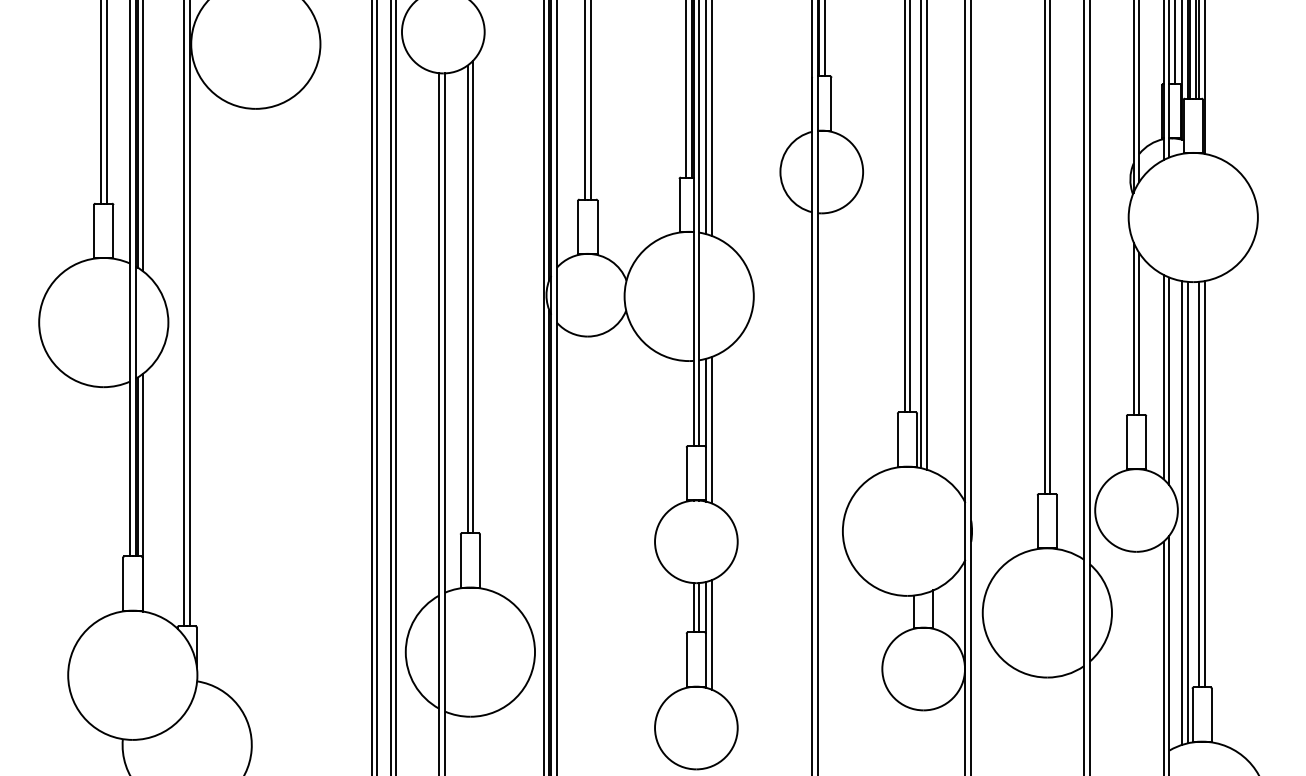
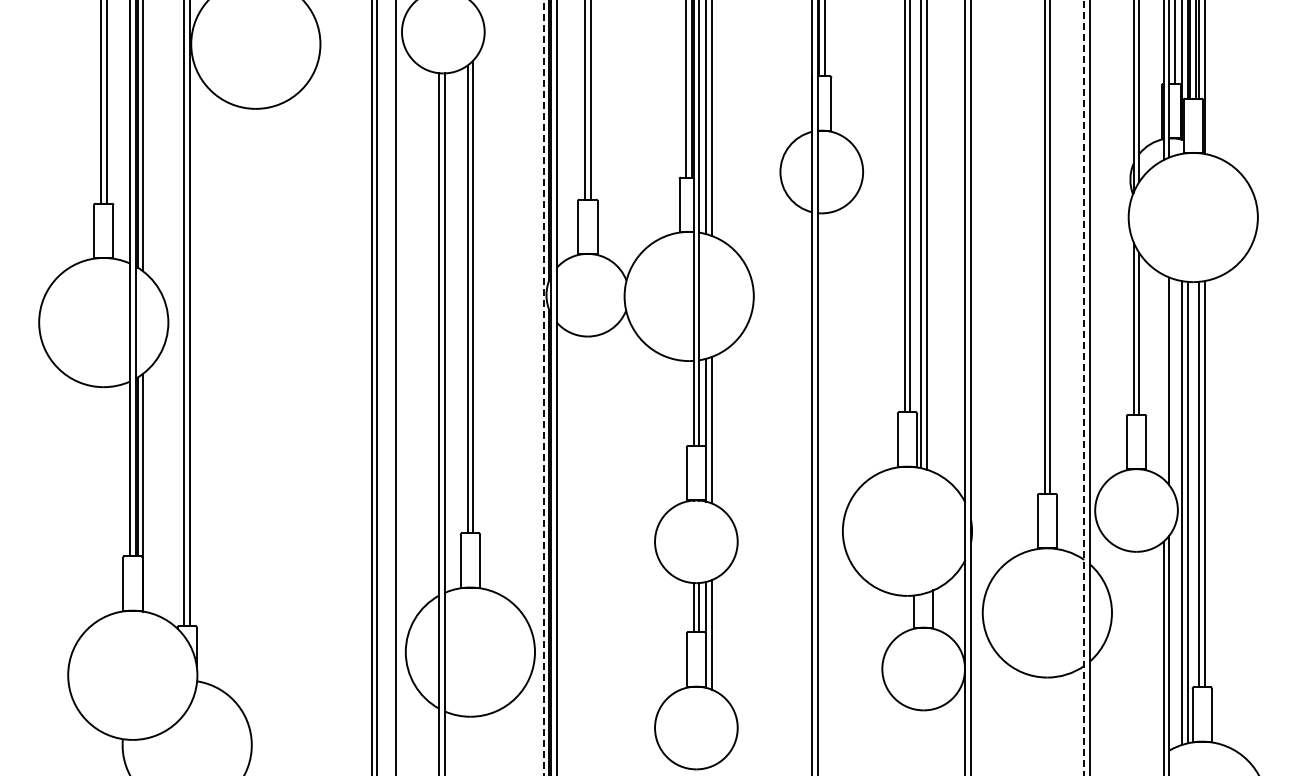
line at (1163, 377): present -> none
line at (390, 387): present -> none
line at (543, 387): solid -> dashed
line at (1084, 387): solid -> dashed
